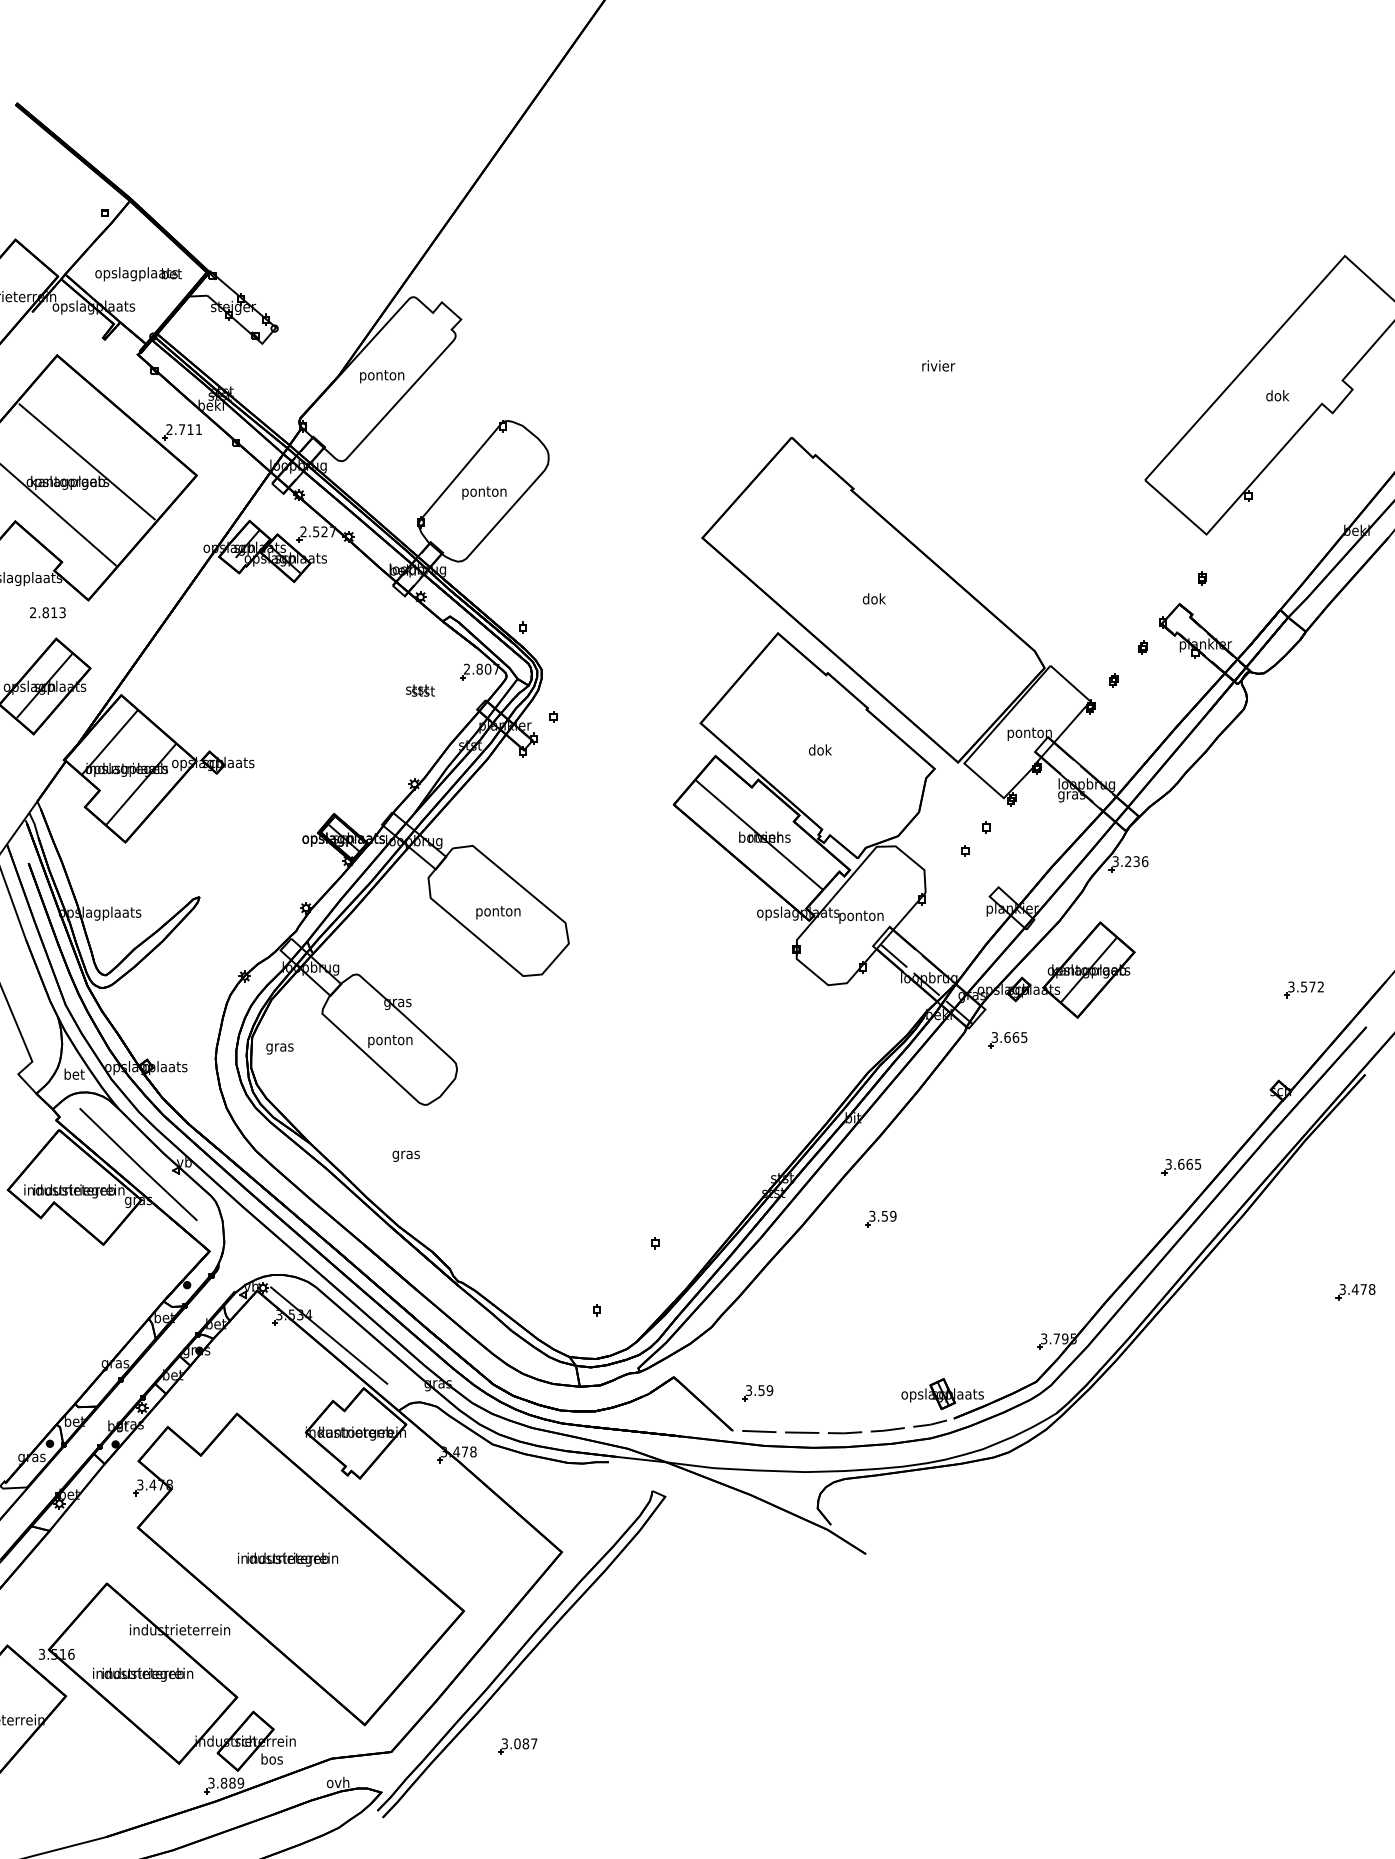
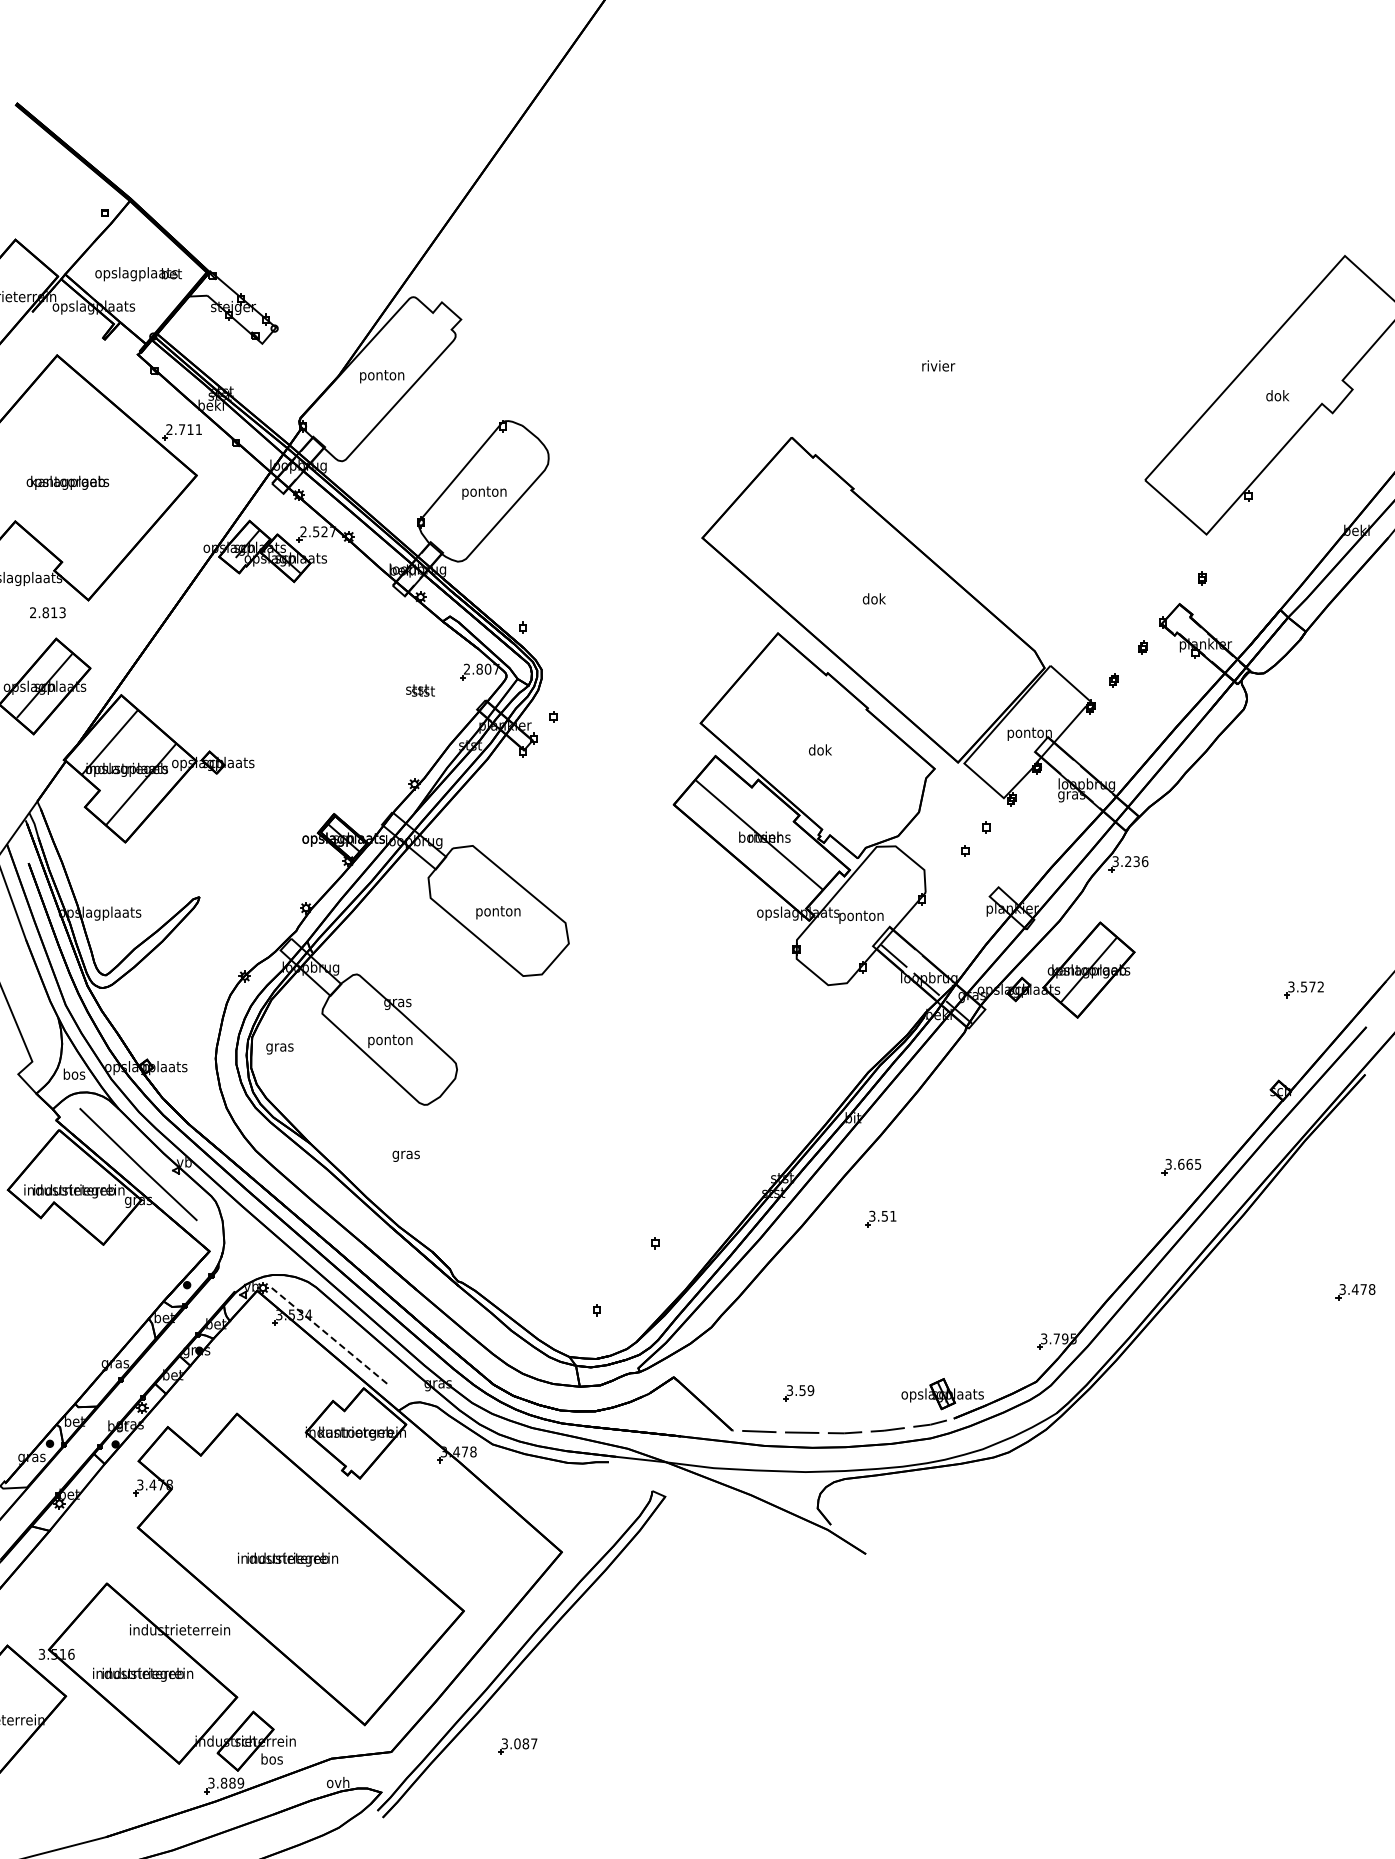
line at (86, 461): present -> none
line at (58, 515): present -> none
part at (1007, 1040): present -> none
text at (74, 1073): bet -> bos
text at (893, 1215): 3.59 -> 3.51
line at (328, 1335): solid -> dashed
part at (757, 1393) position: (757, 1393) -> (798, 1393)
